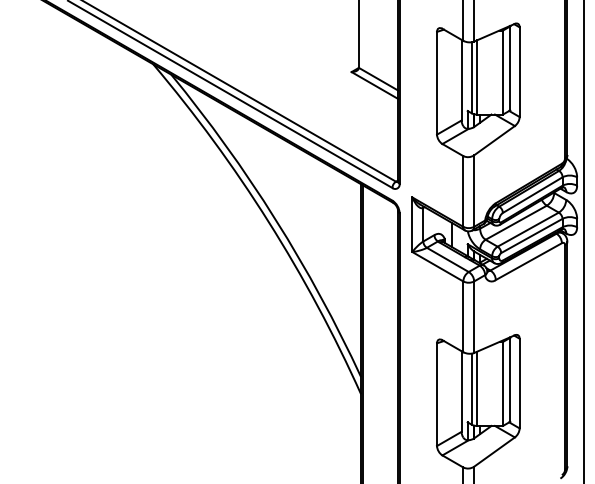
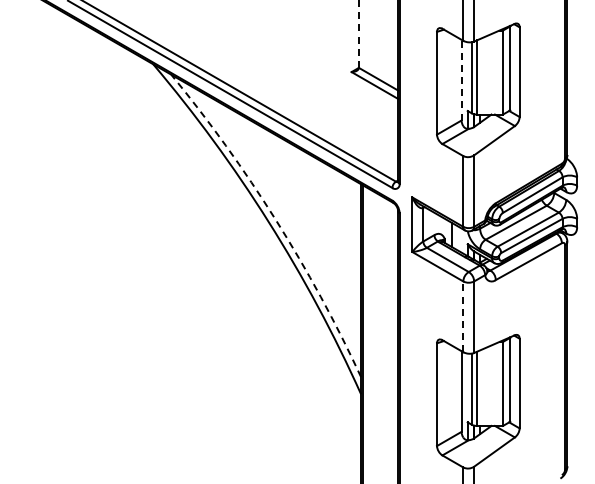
line at (358, 33): solid -> dashed
line at (461, 79): solid -> dashed
arc at (275, 219): solid -> dashed
line at (584, 241): present -> none
line at (463, 316): solid -> dashed
